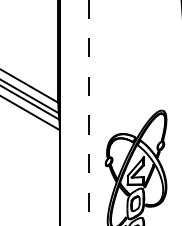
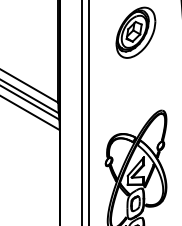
part at (135, 32): none -> present
line at (81, 112): none -> present
line at (88, 113): dashed -> solid
